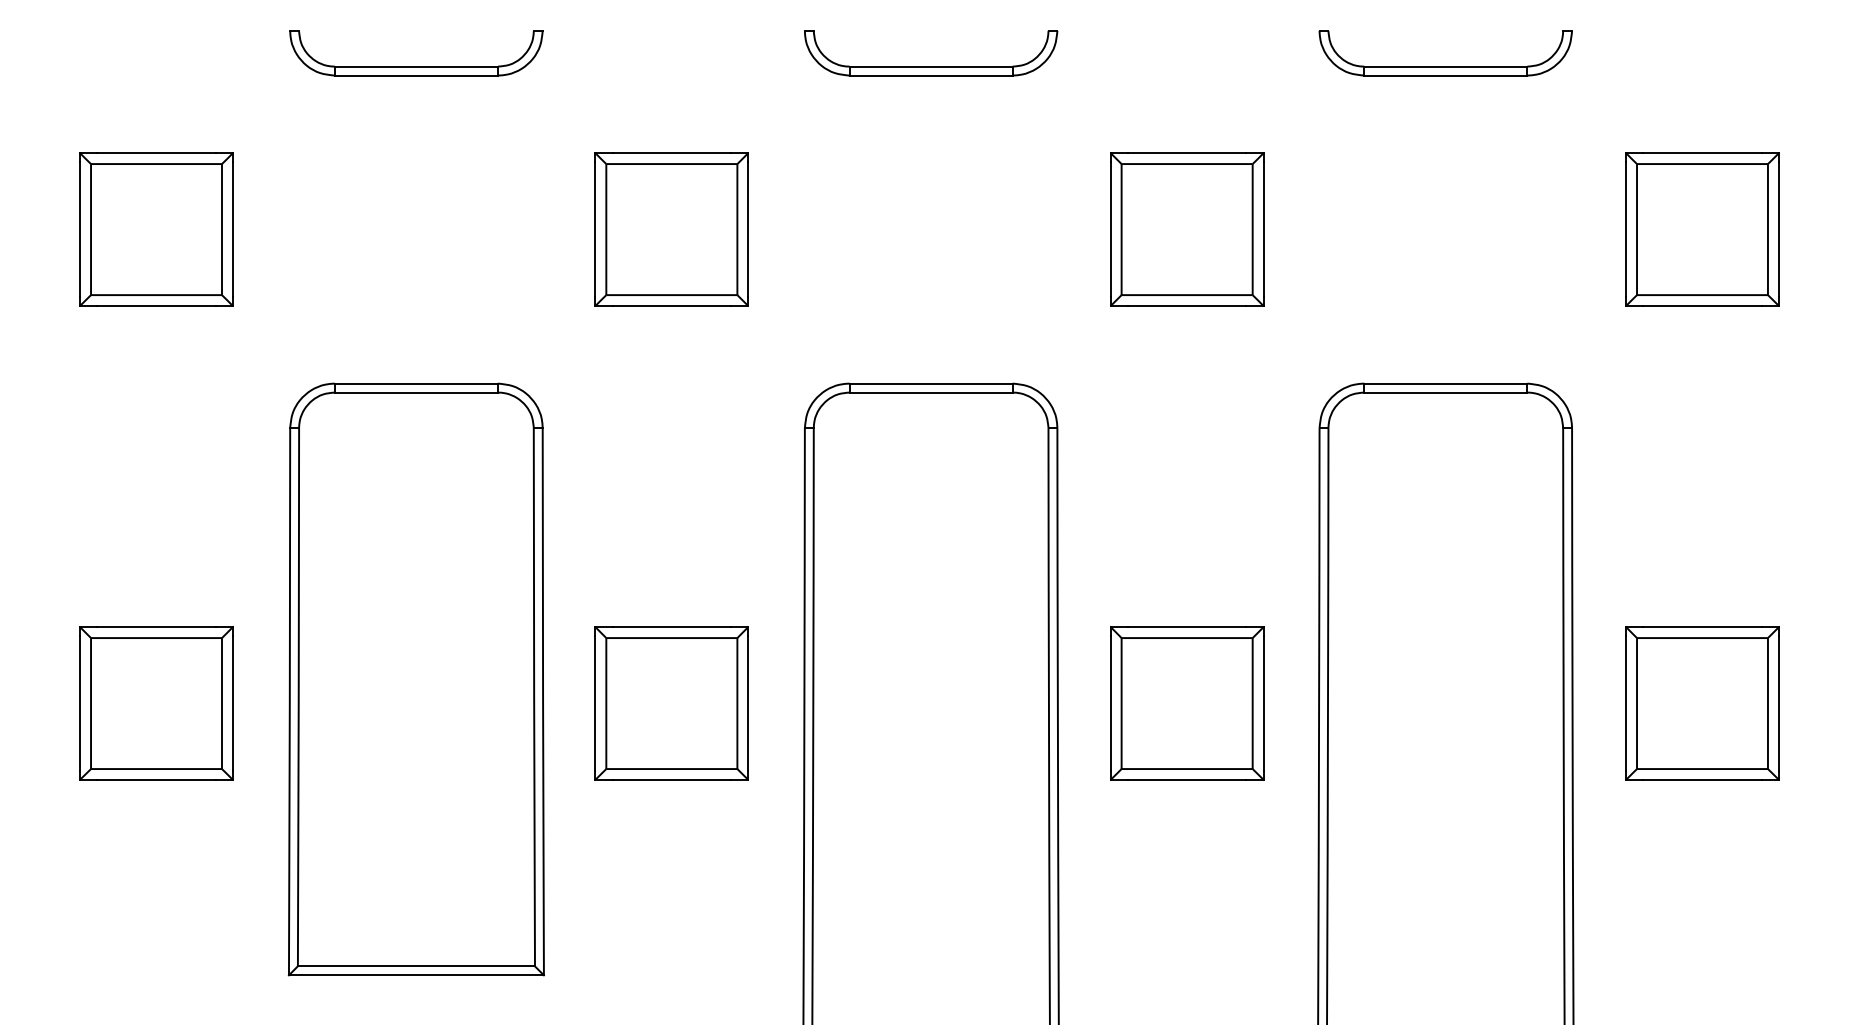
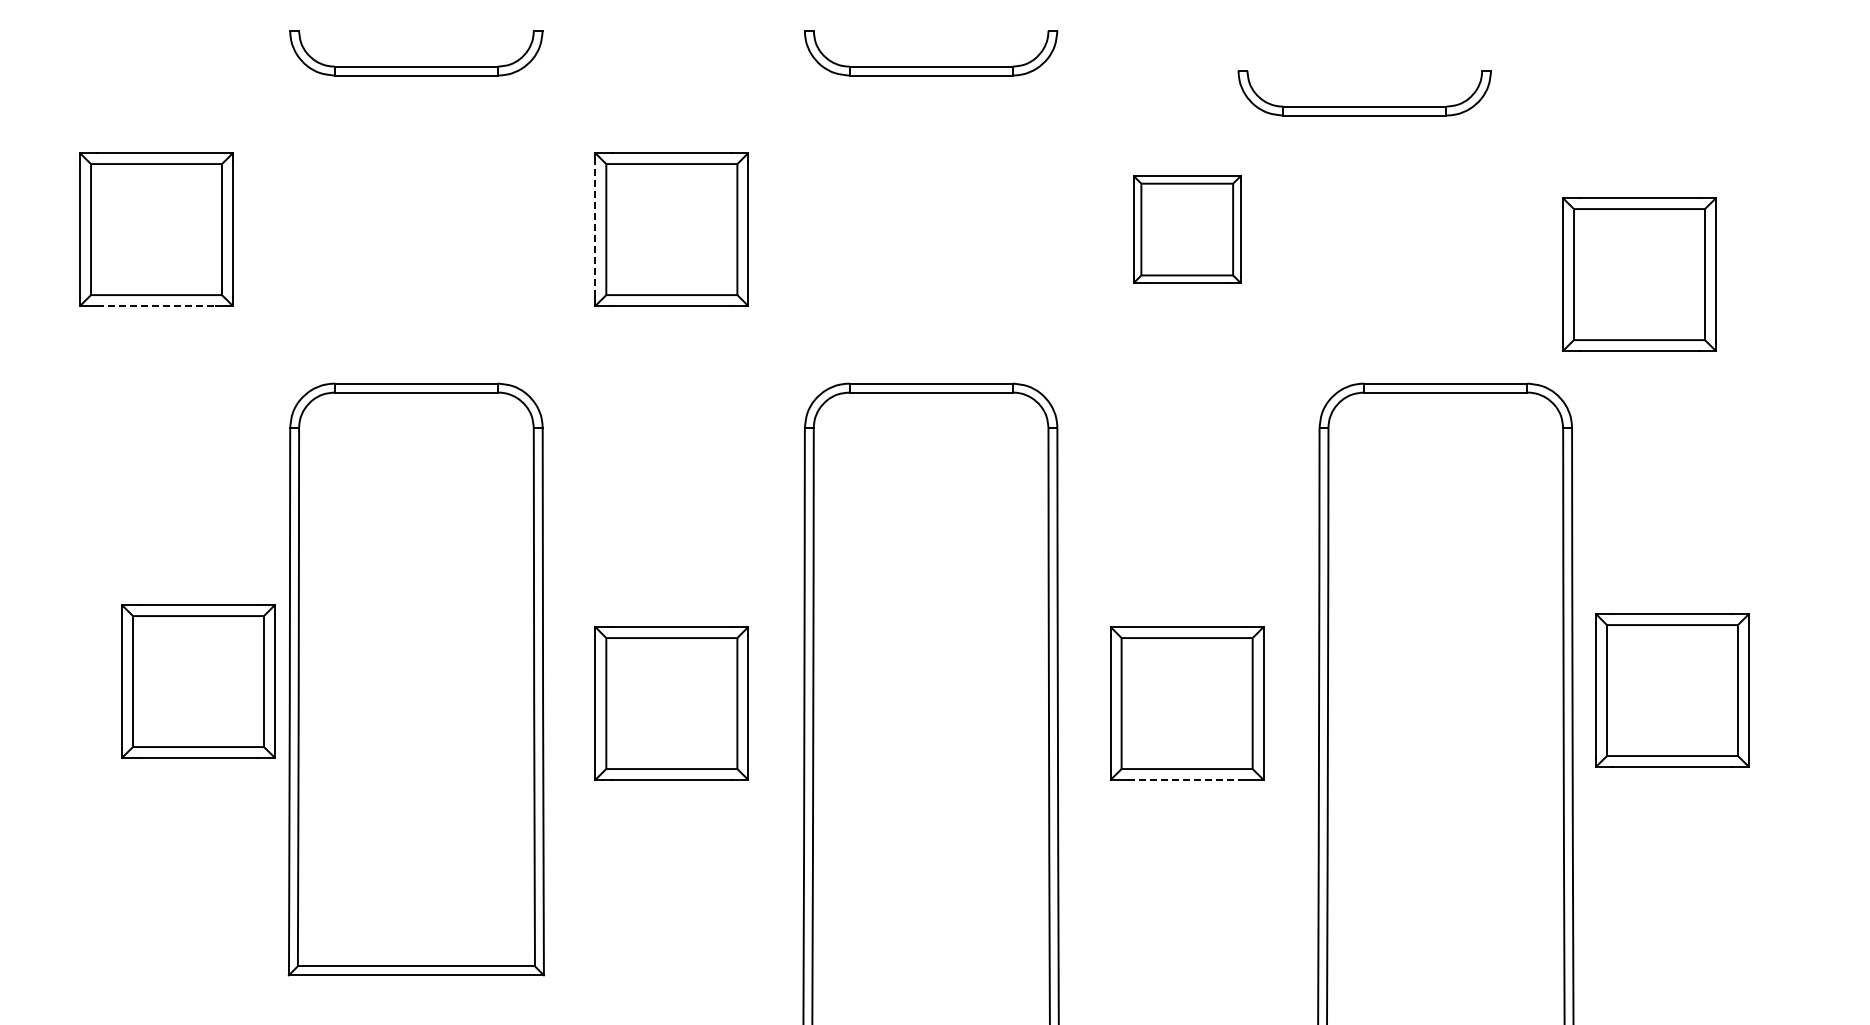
part at (1445, 66) position: (1445, 66) -> (1364, 106)
line at (595, 229): solid -> dashed
part at (1187, 229) size: 155x155 px -> 109x109 px
part at (1702, 229) position: (1702, 229) -> (1639, 274)
line at (157, 306): solid -> dashed
part at (156, 703) position: (156, 703) -> (198, 681)
part at (1702, 703) position: (1702, 703) -> (1672, 690)
line at (1187, 779): solid -> dashed
